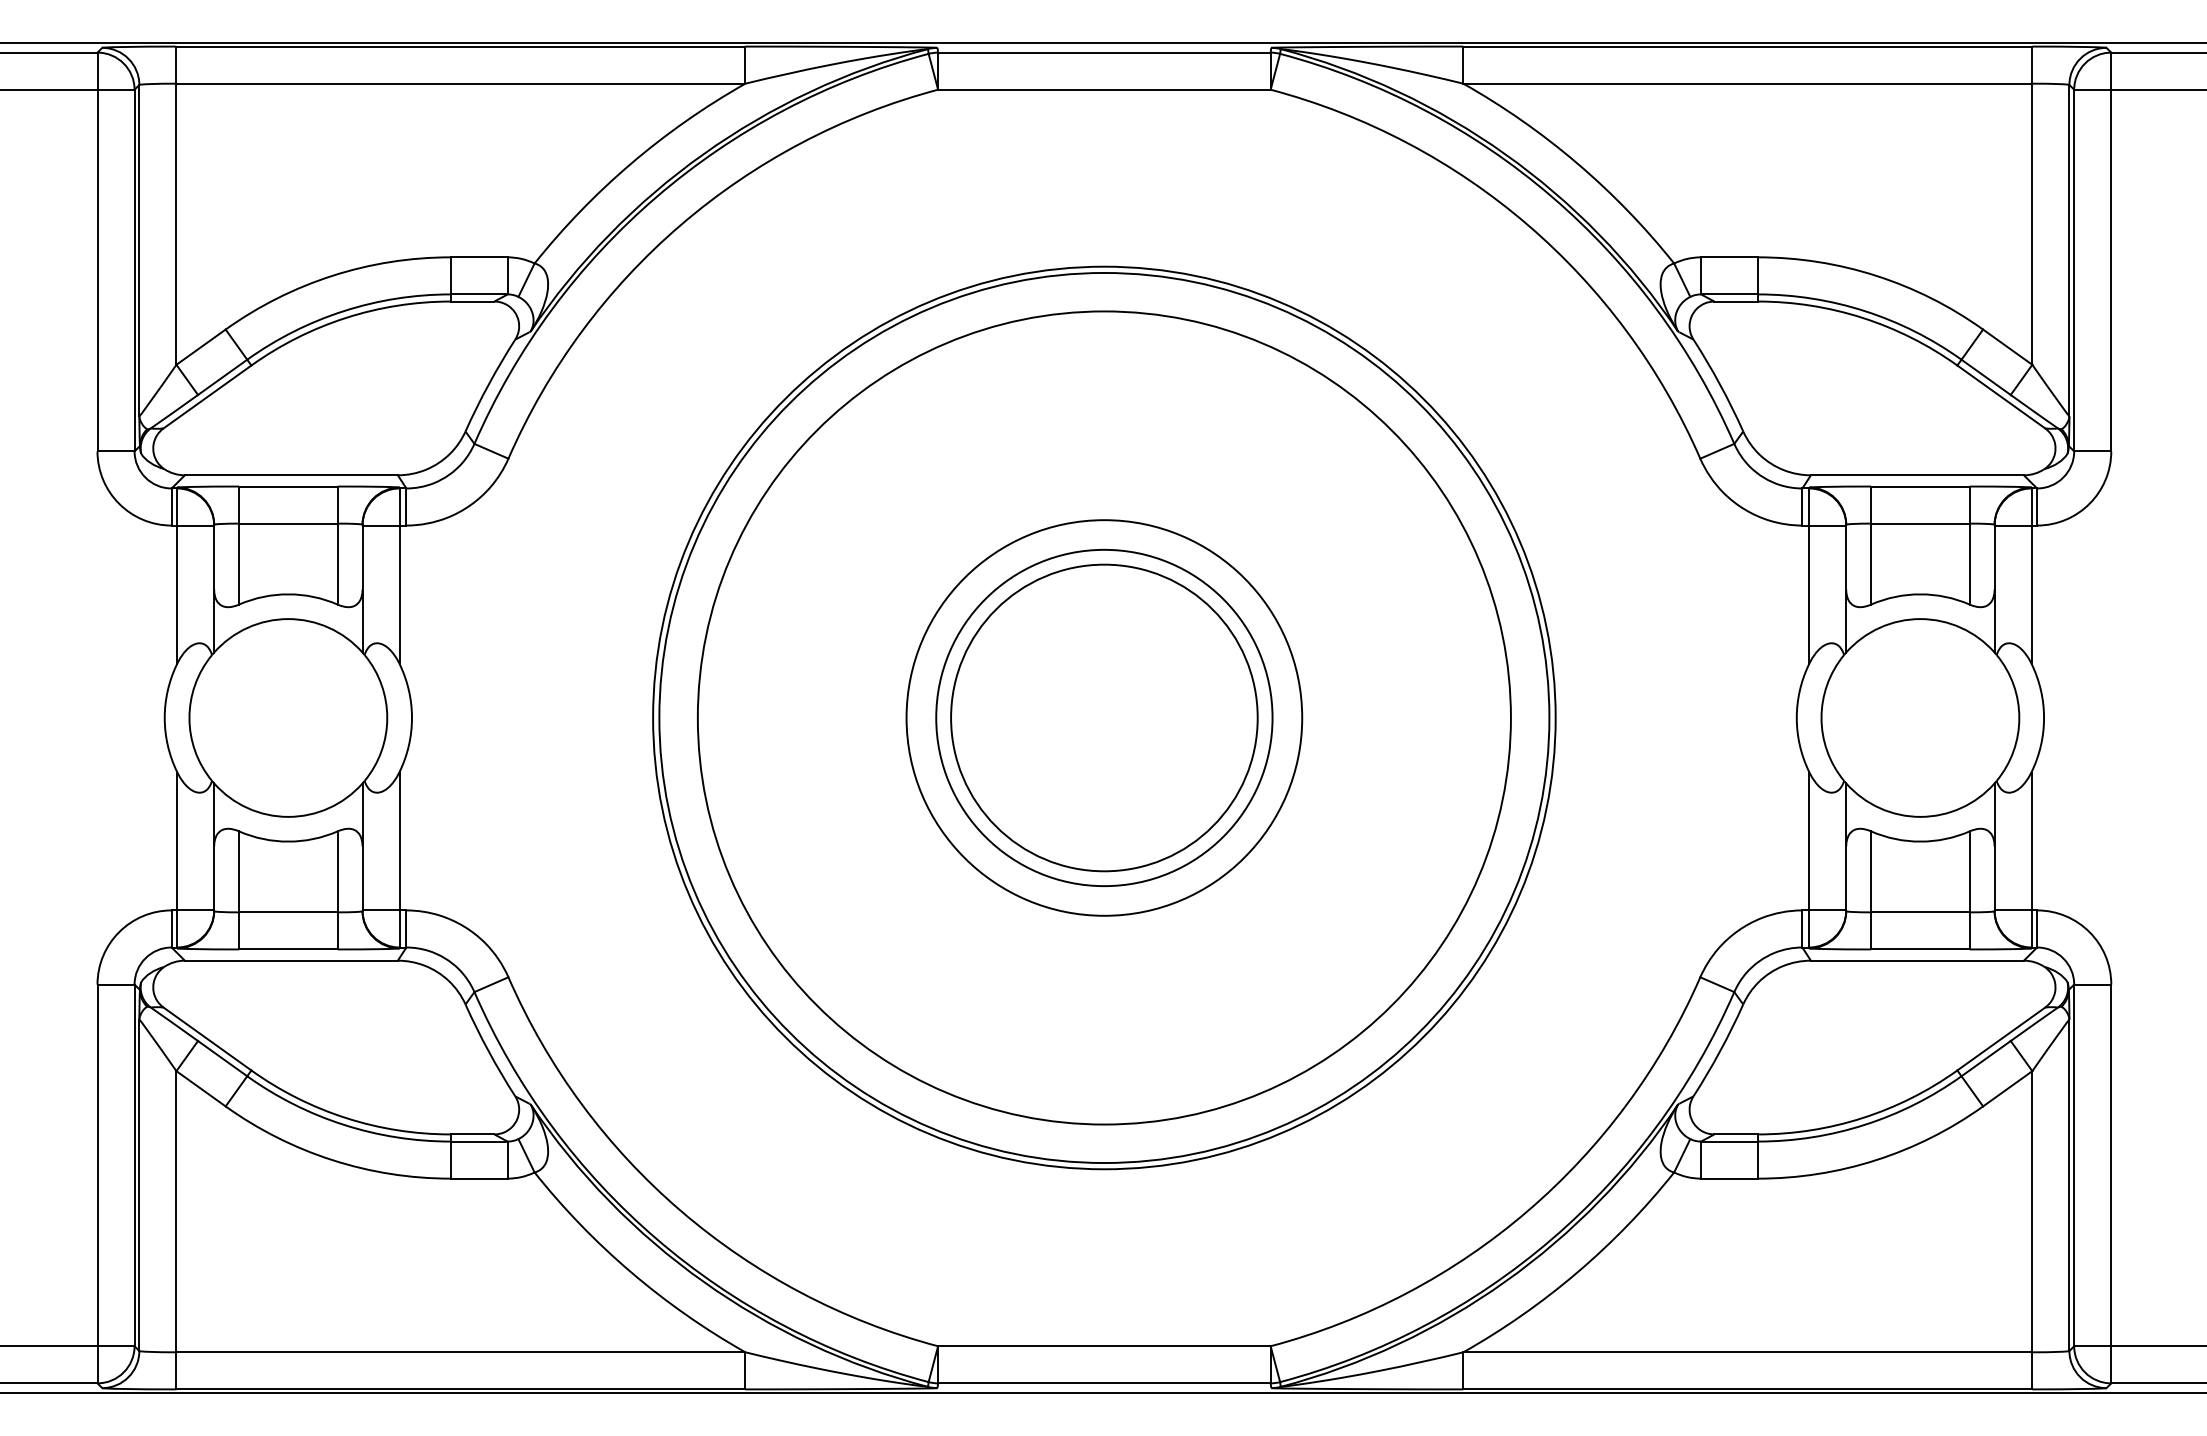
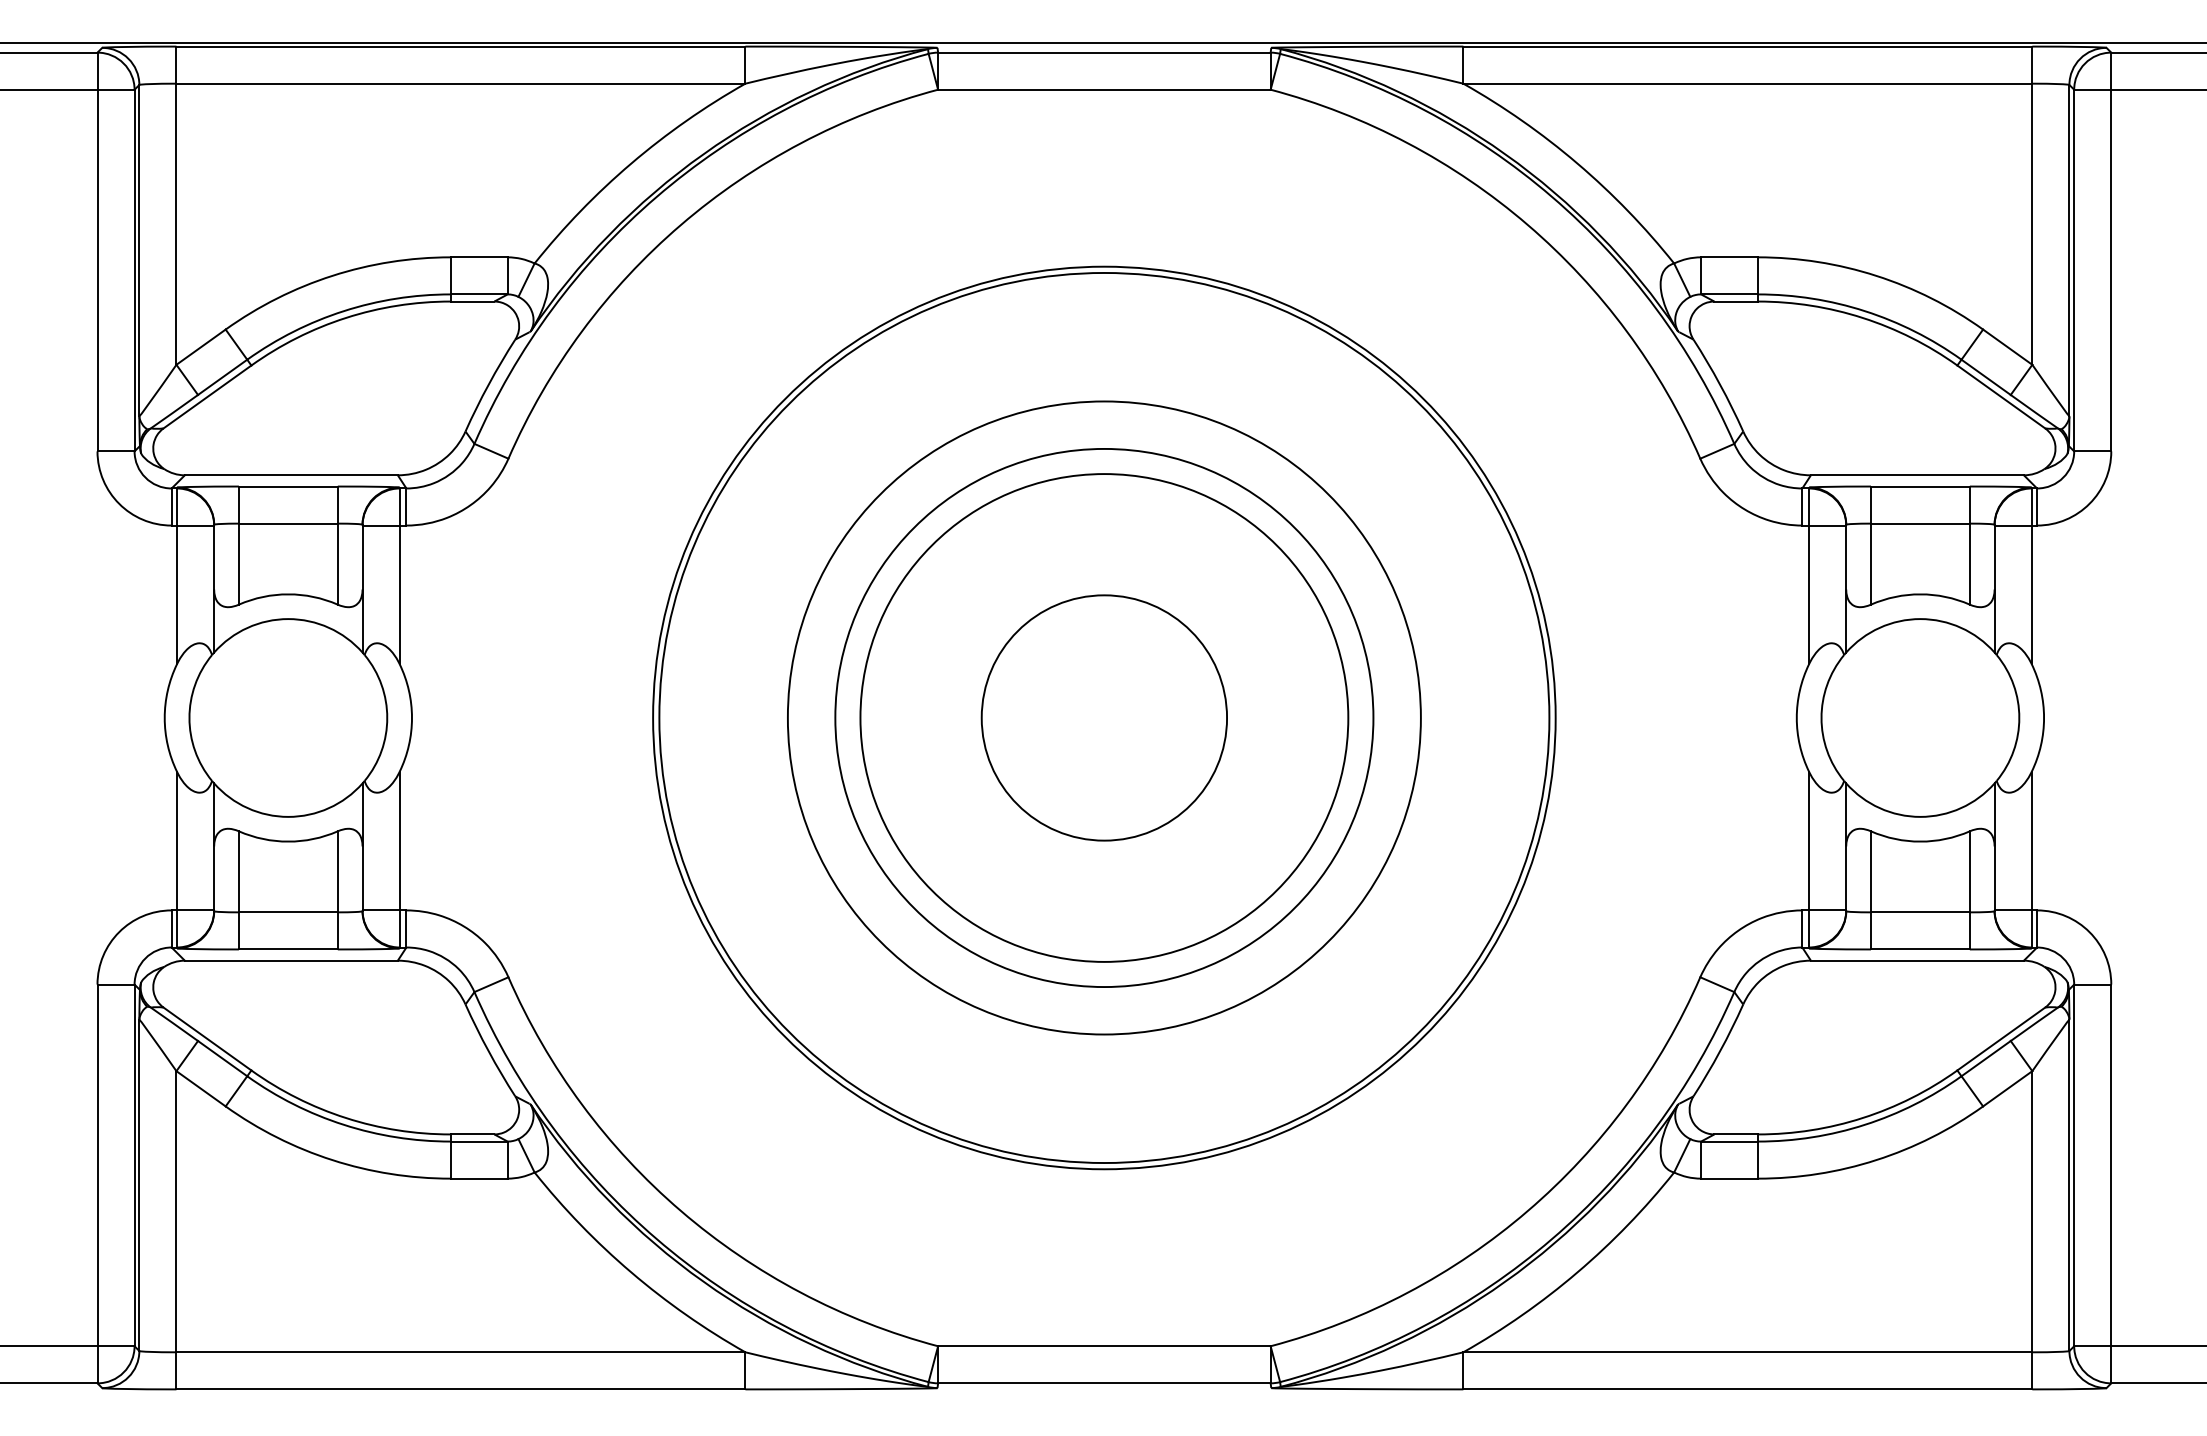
circle at (1103, 717) diameter: 813 px -> 488 px
circle at (1104, 717) diameter: 307 px -> 245 px
circle at (1104, 717) diameter: 336 px -> 538 px
circle at (1104, 717) diameter: 396 px -> 633 px
line at (1102, 1393): present -> none
